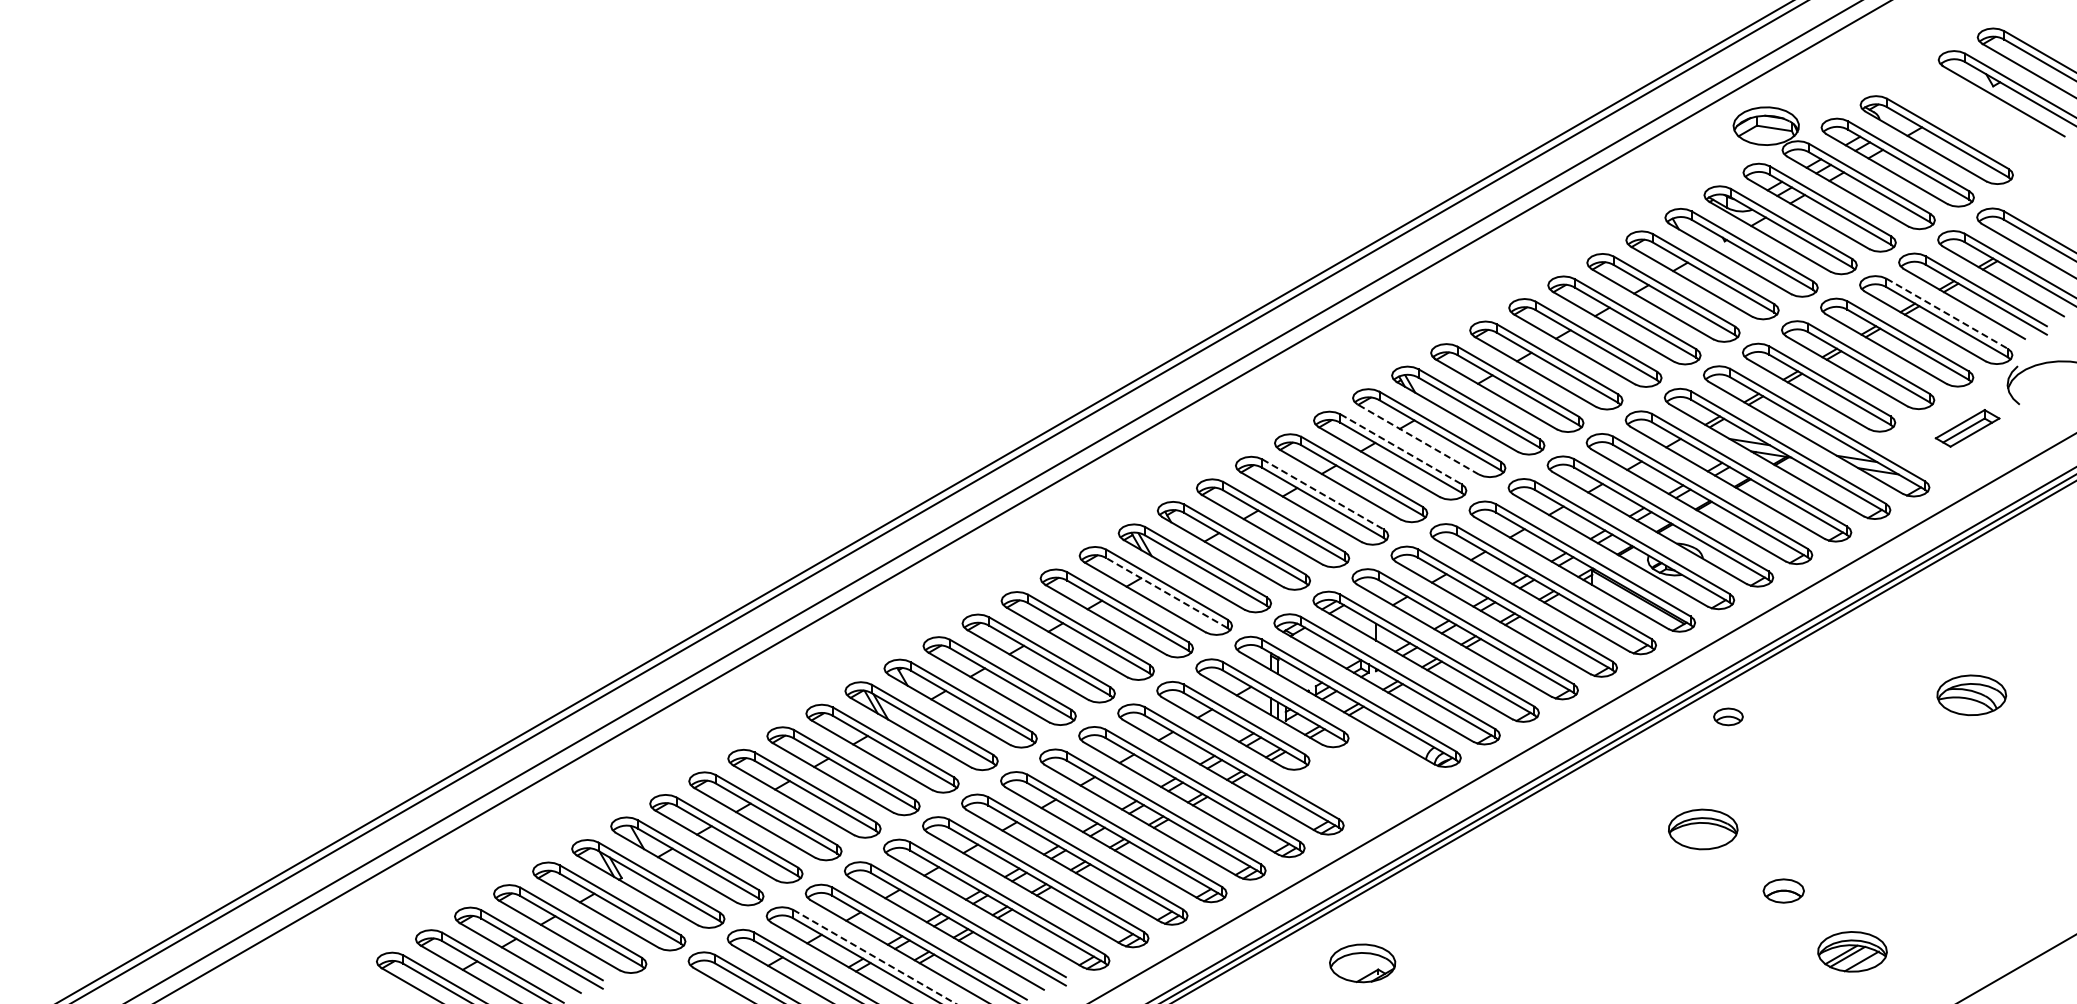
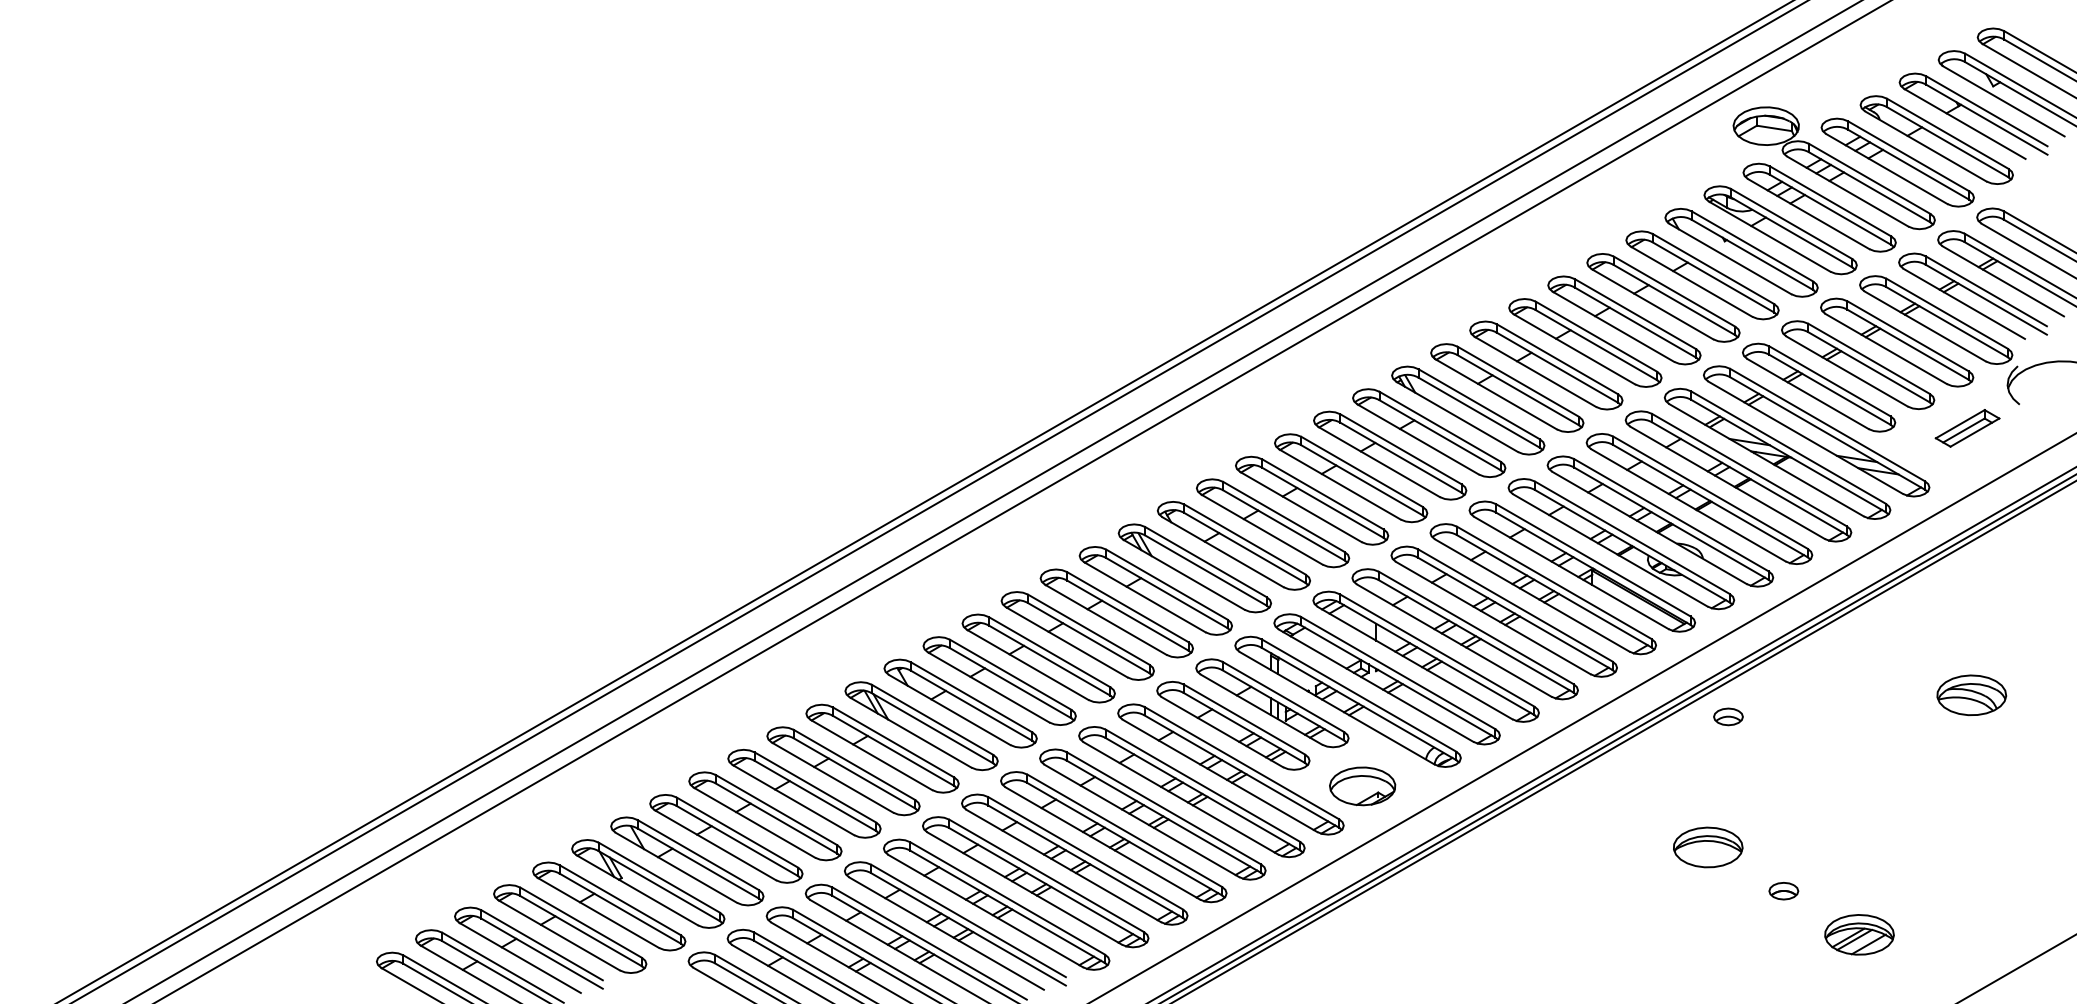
part at (1973, 115): none -> present
line at (1947, 314): dashed -> solid
line at (1417, 439): dashed -> solid
line at (1401, 449): dashed -> solid
line at (1323, 494): dashed -> solid
line at (1166, 592): dashed -> solid
part at (1703, 829) position: (1703, 829) -> (1708, 847)
part at (1783, 890) size: 43x26 px -> 32x19 px
part at (1852, 951) position: (1852, 951) -> (1859, 934)
line at (874, 956): dashed -> solid
part at (1362, 963) position: (1362, 963) -> (1362, 786)
